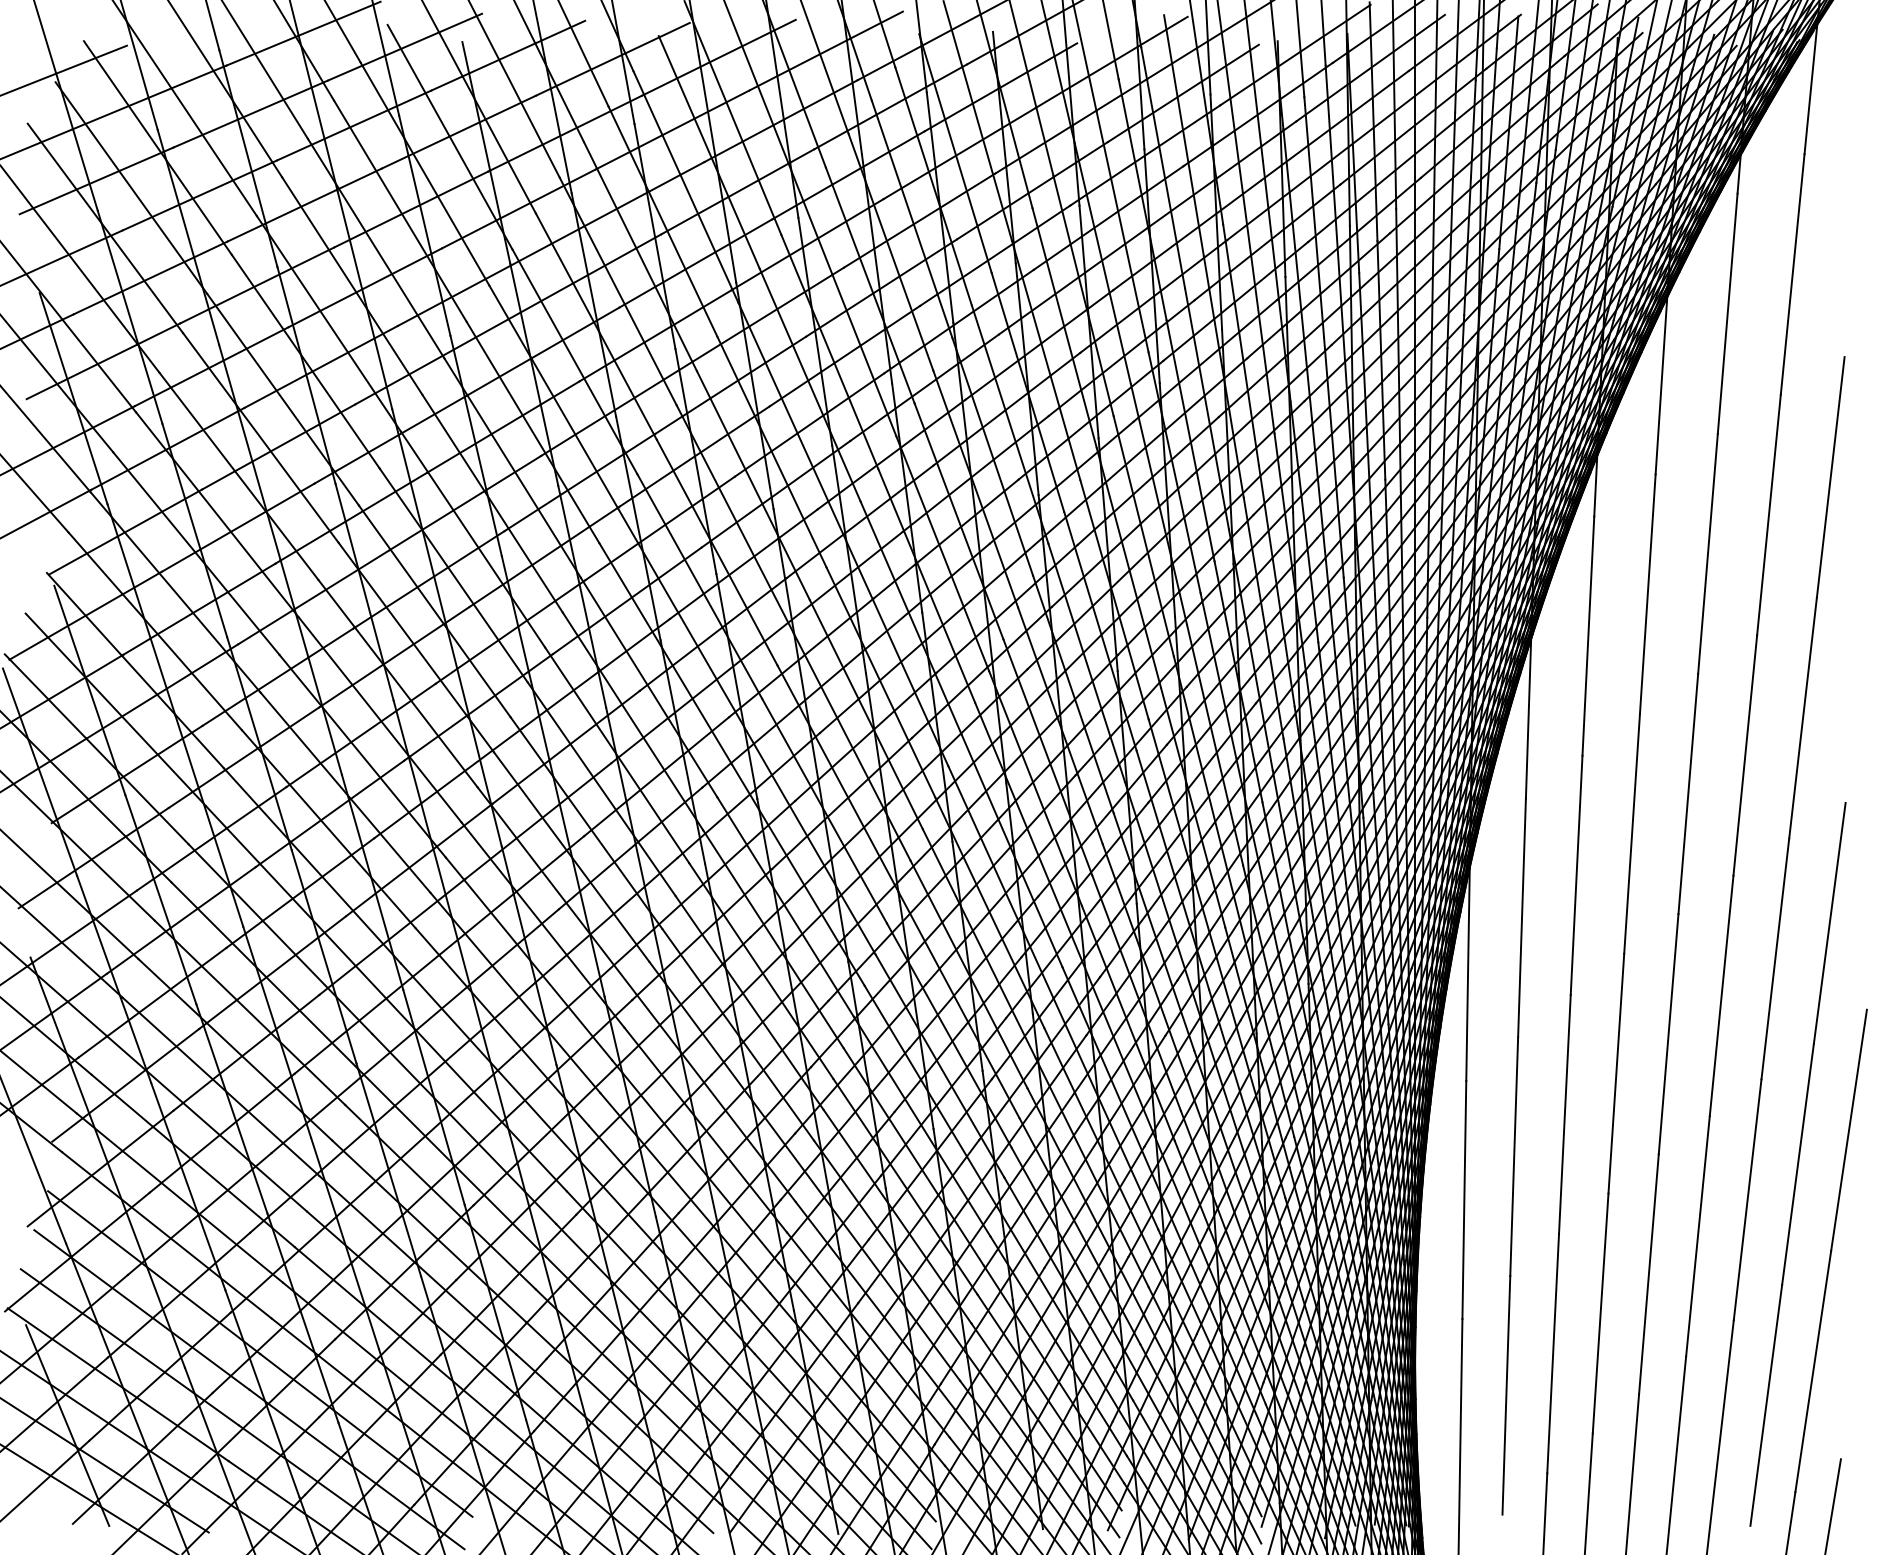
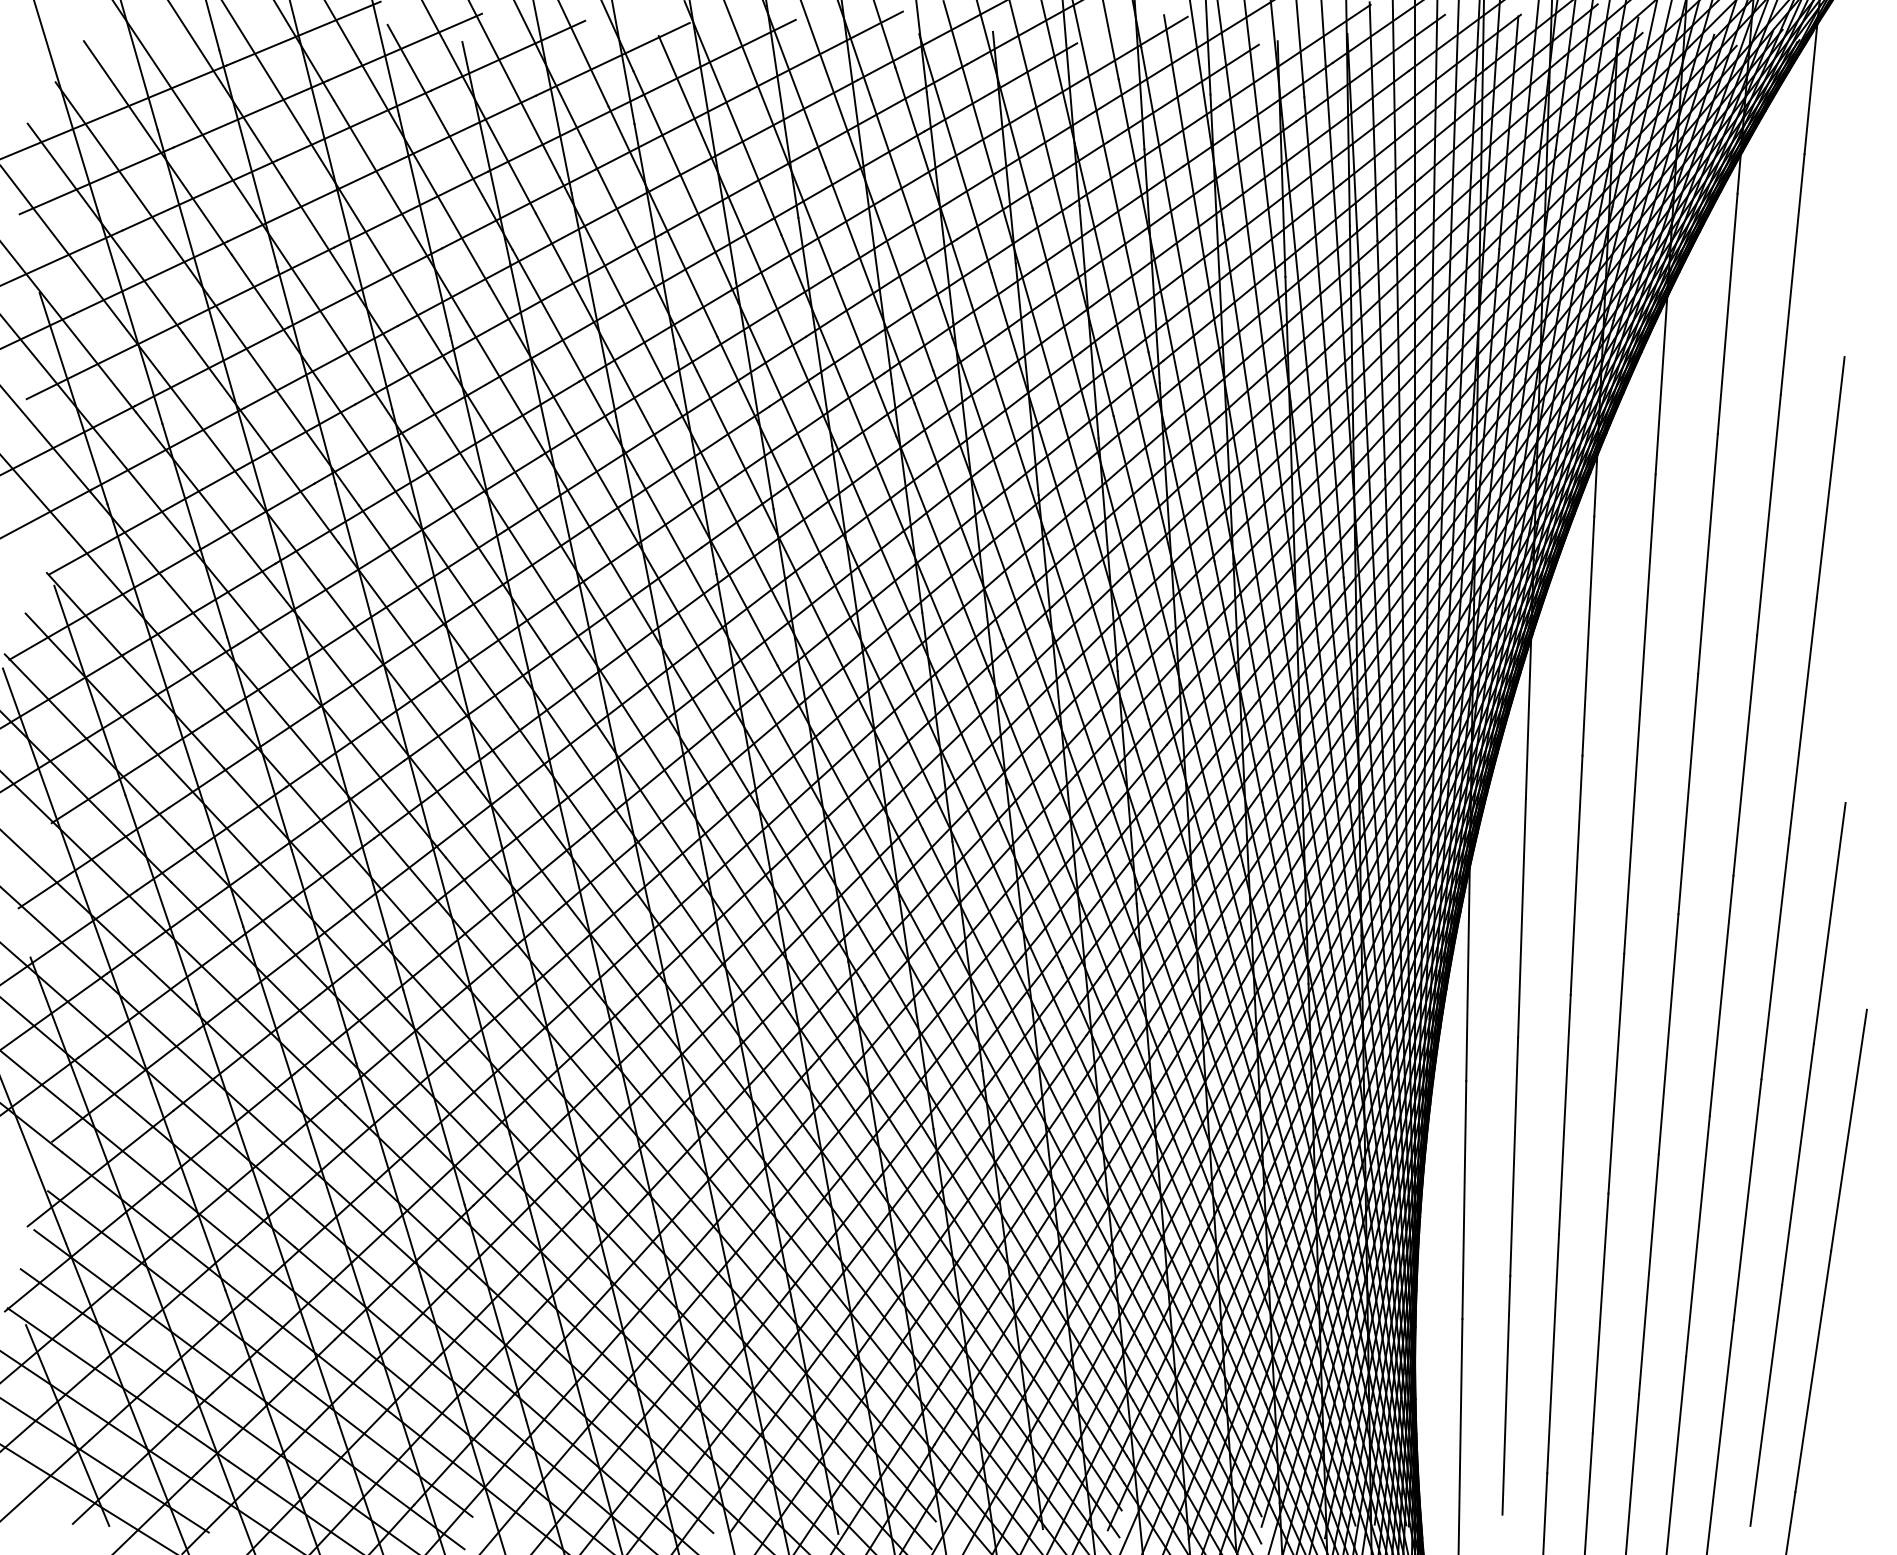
line at (64, 69): present -> none
line at (1832, 1505): present -> none
